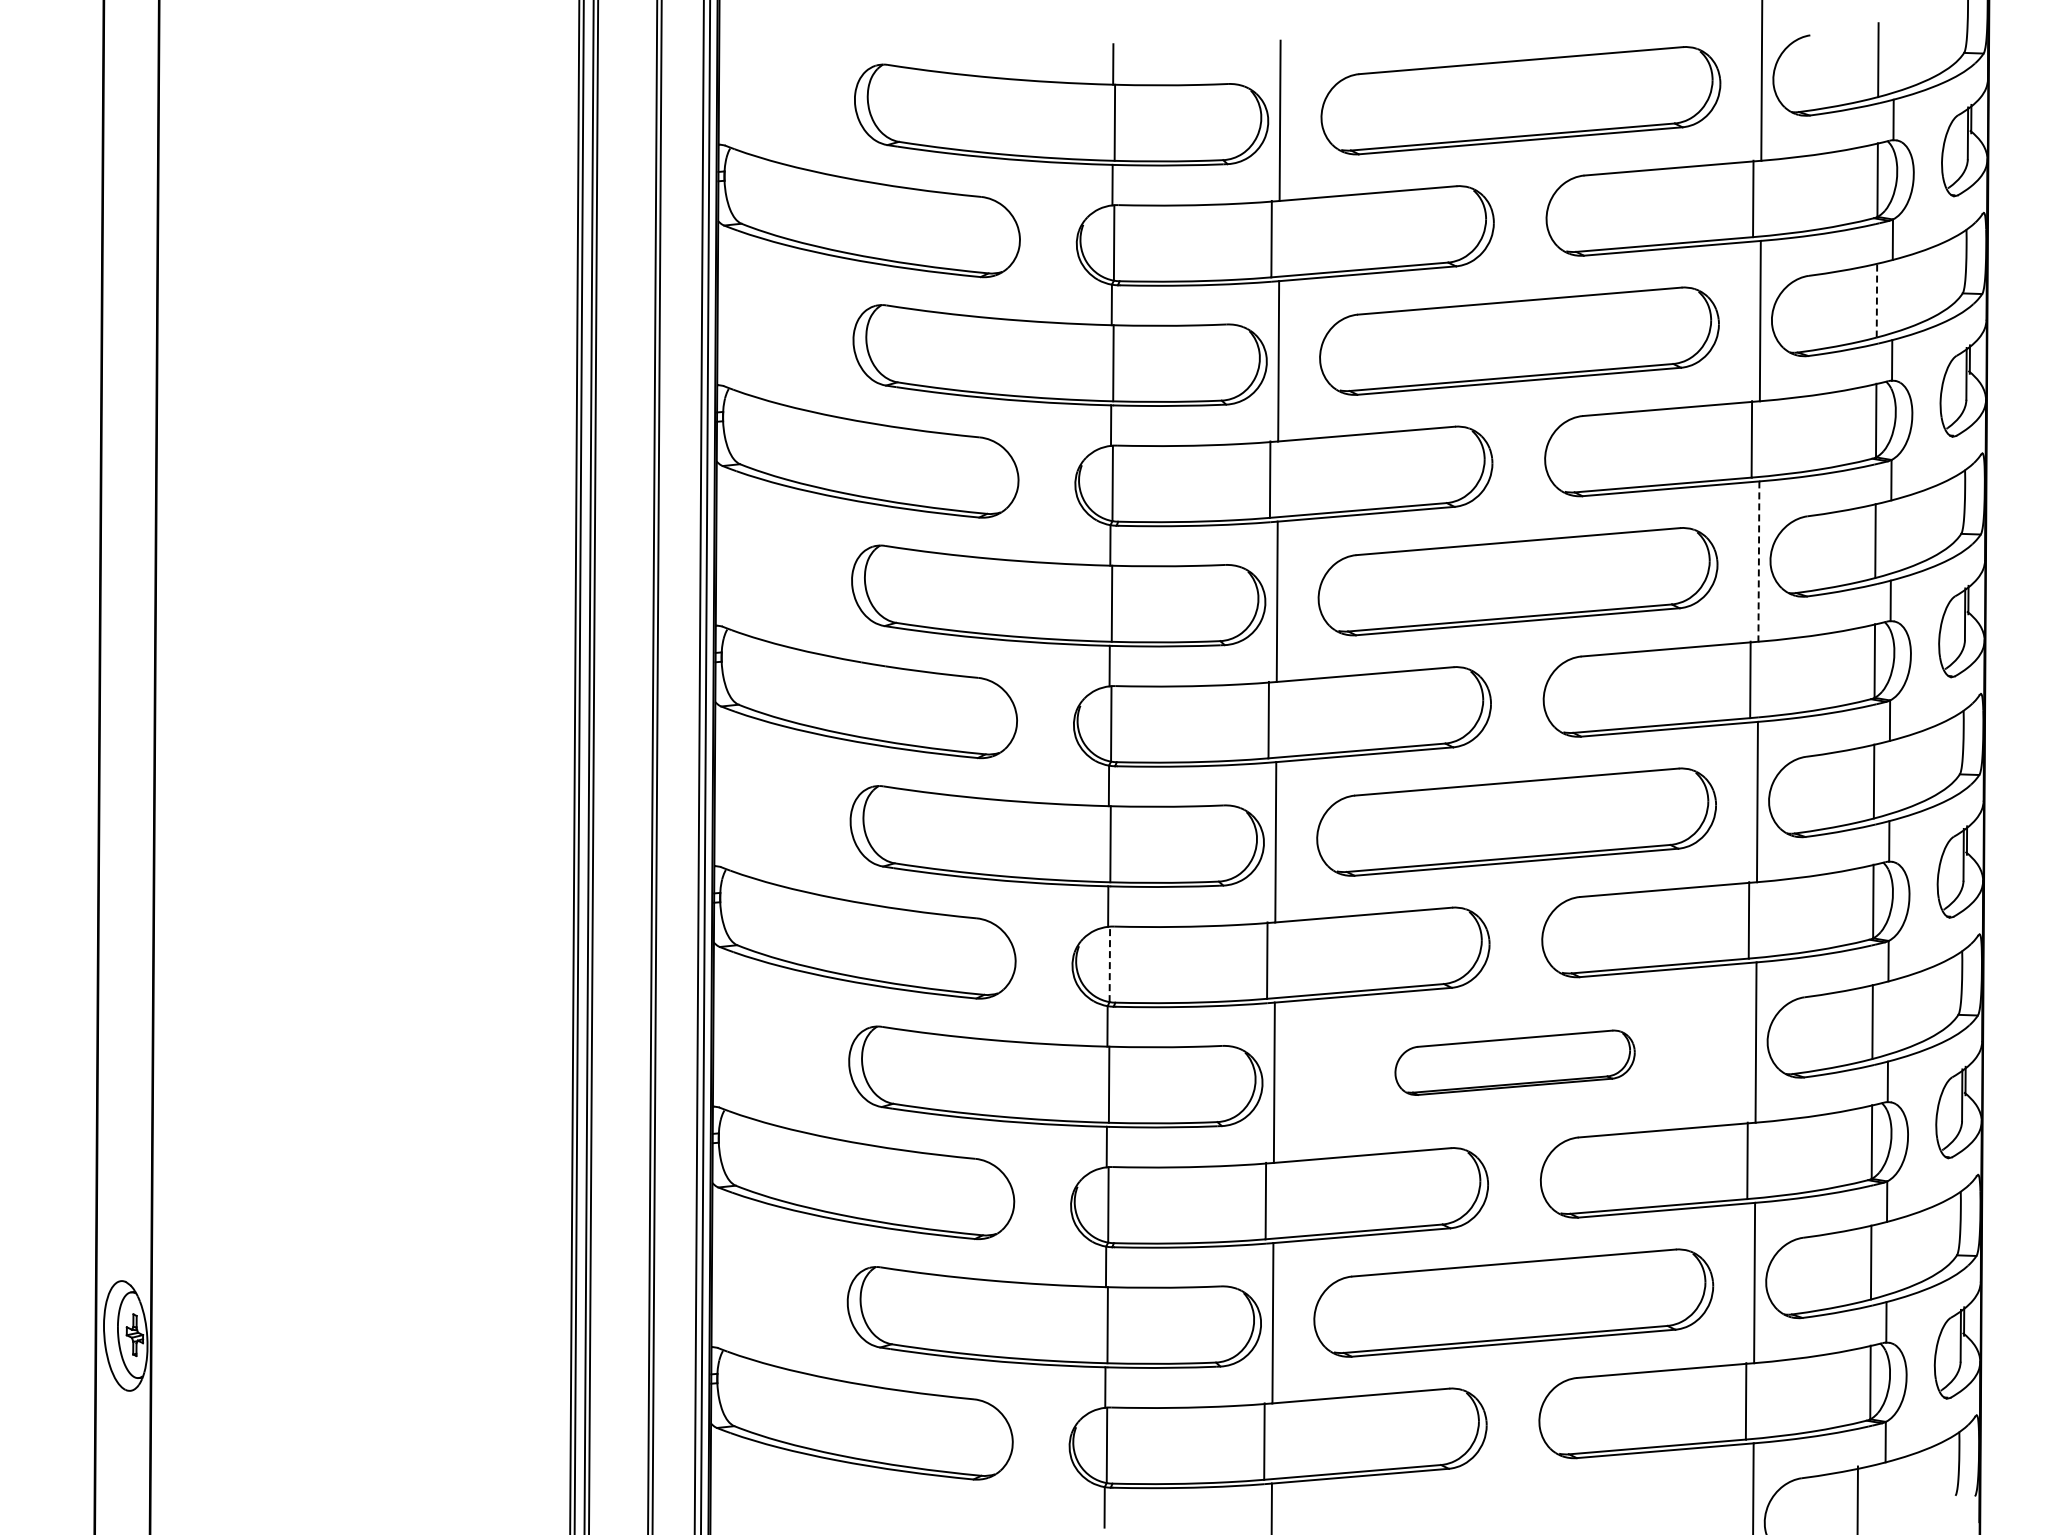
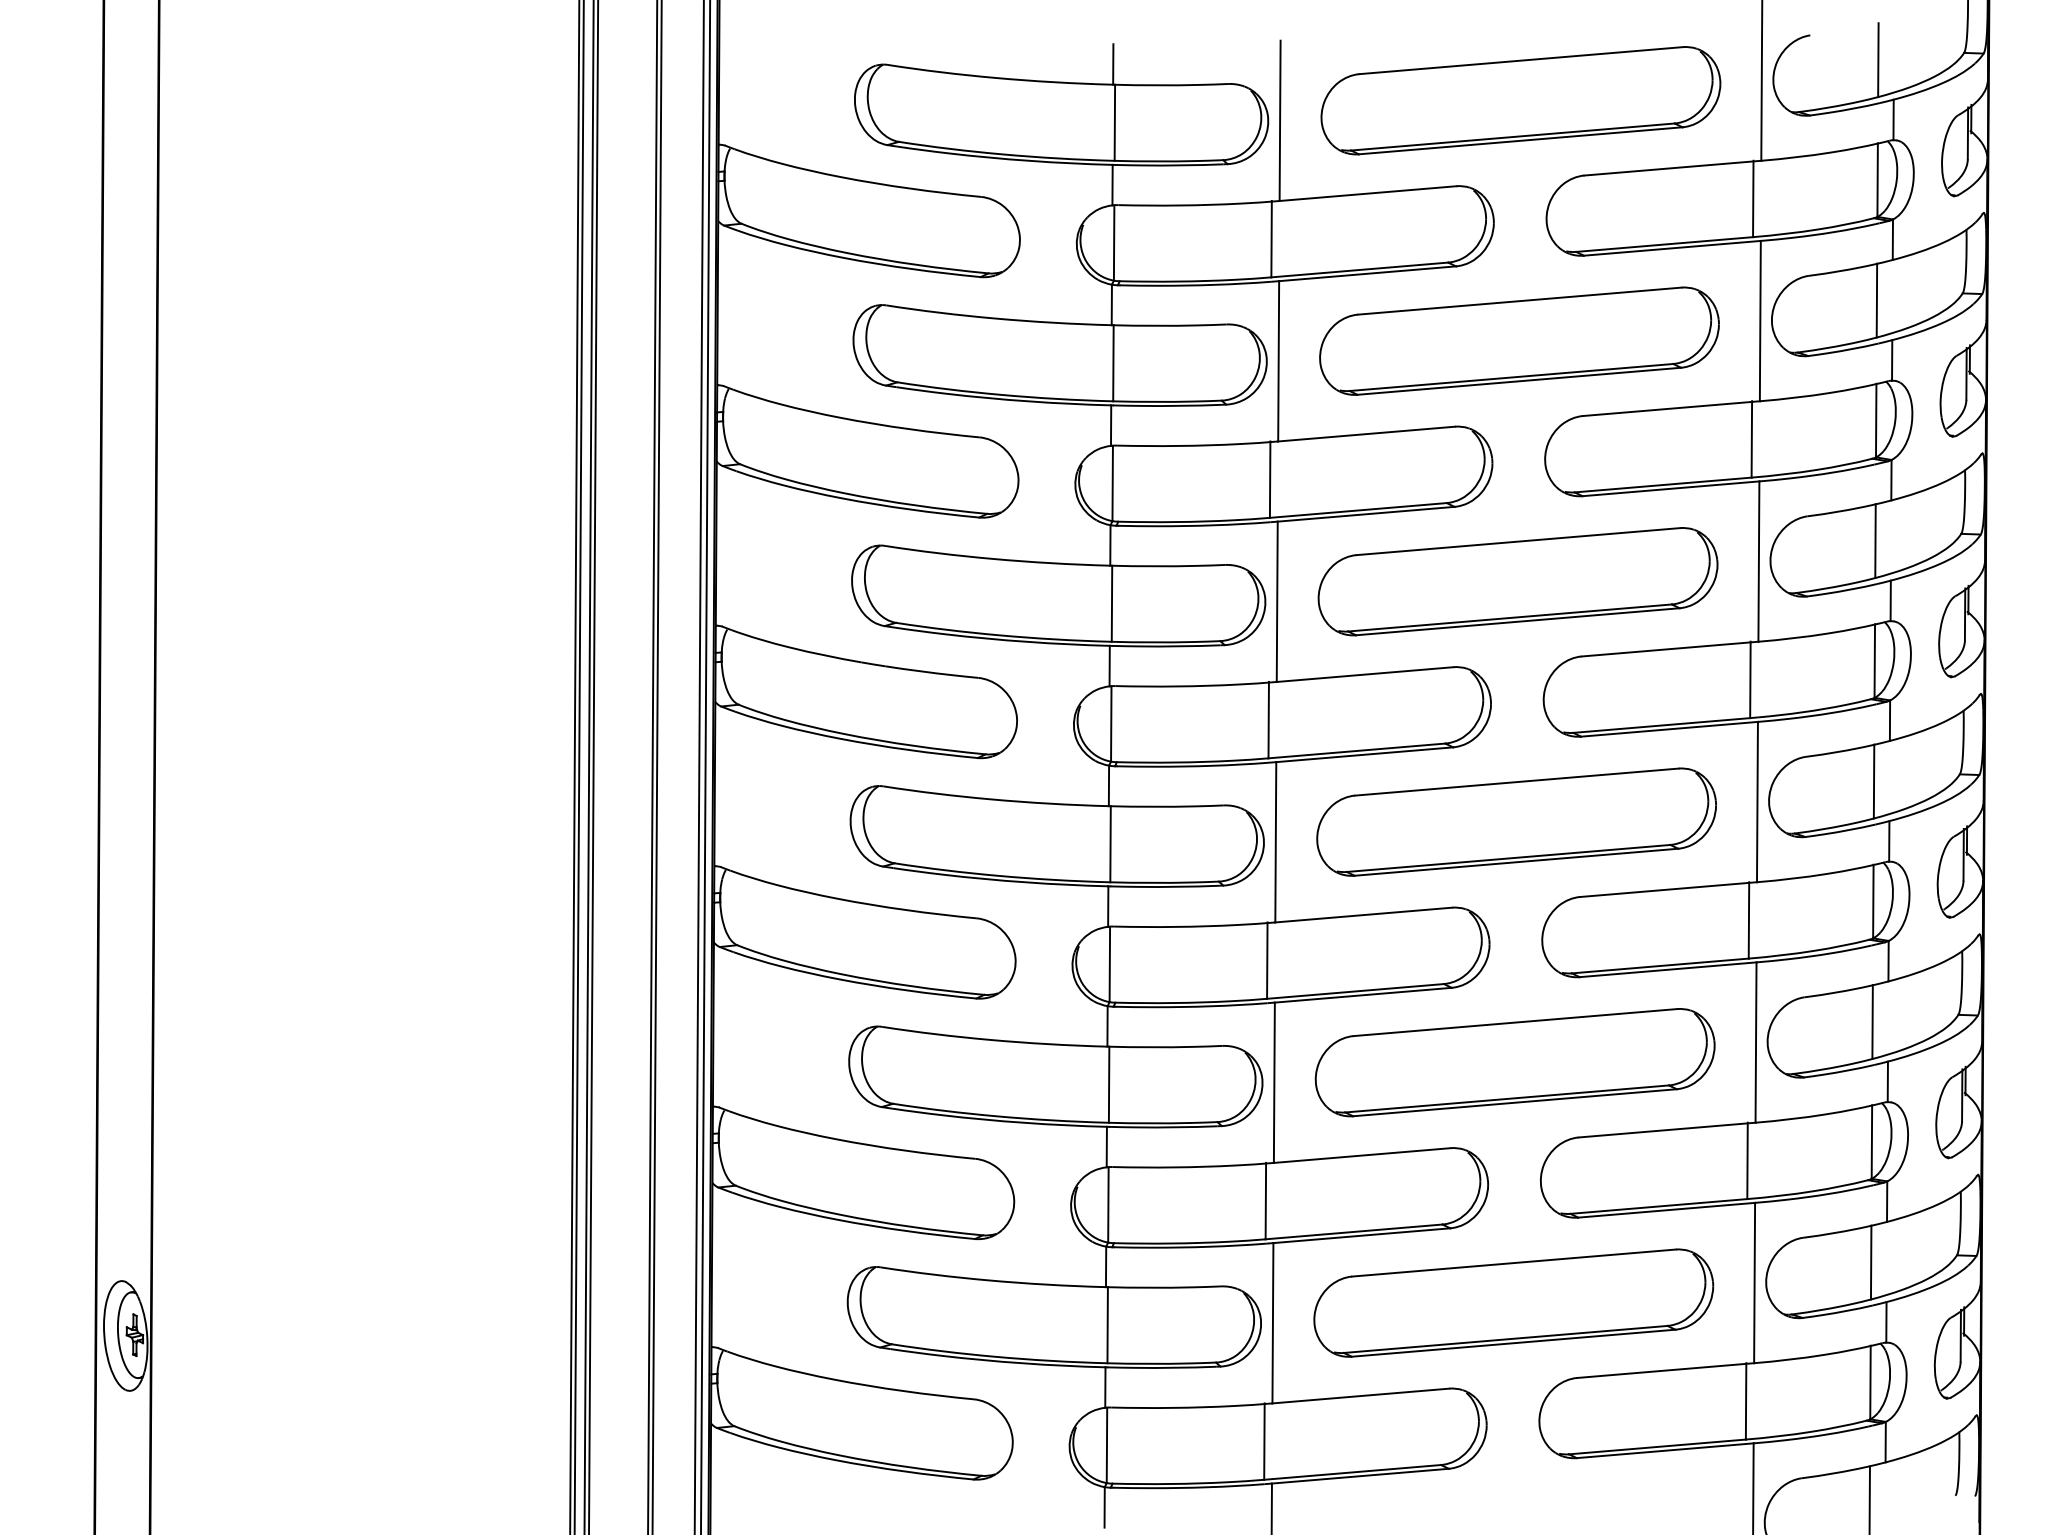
line at (1876, 300): dashed -> solid
line at (1758, 562): dashed -> solid
line at (1109, 964): dashed -> solid
part at (1514, 1062) size: 242x67 px -> 402x110 px
line at (1857, 1498) position: (1857, 1498) -> (1869, 1498)
